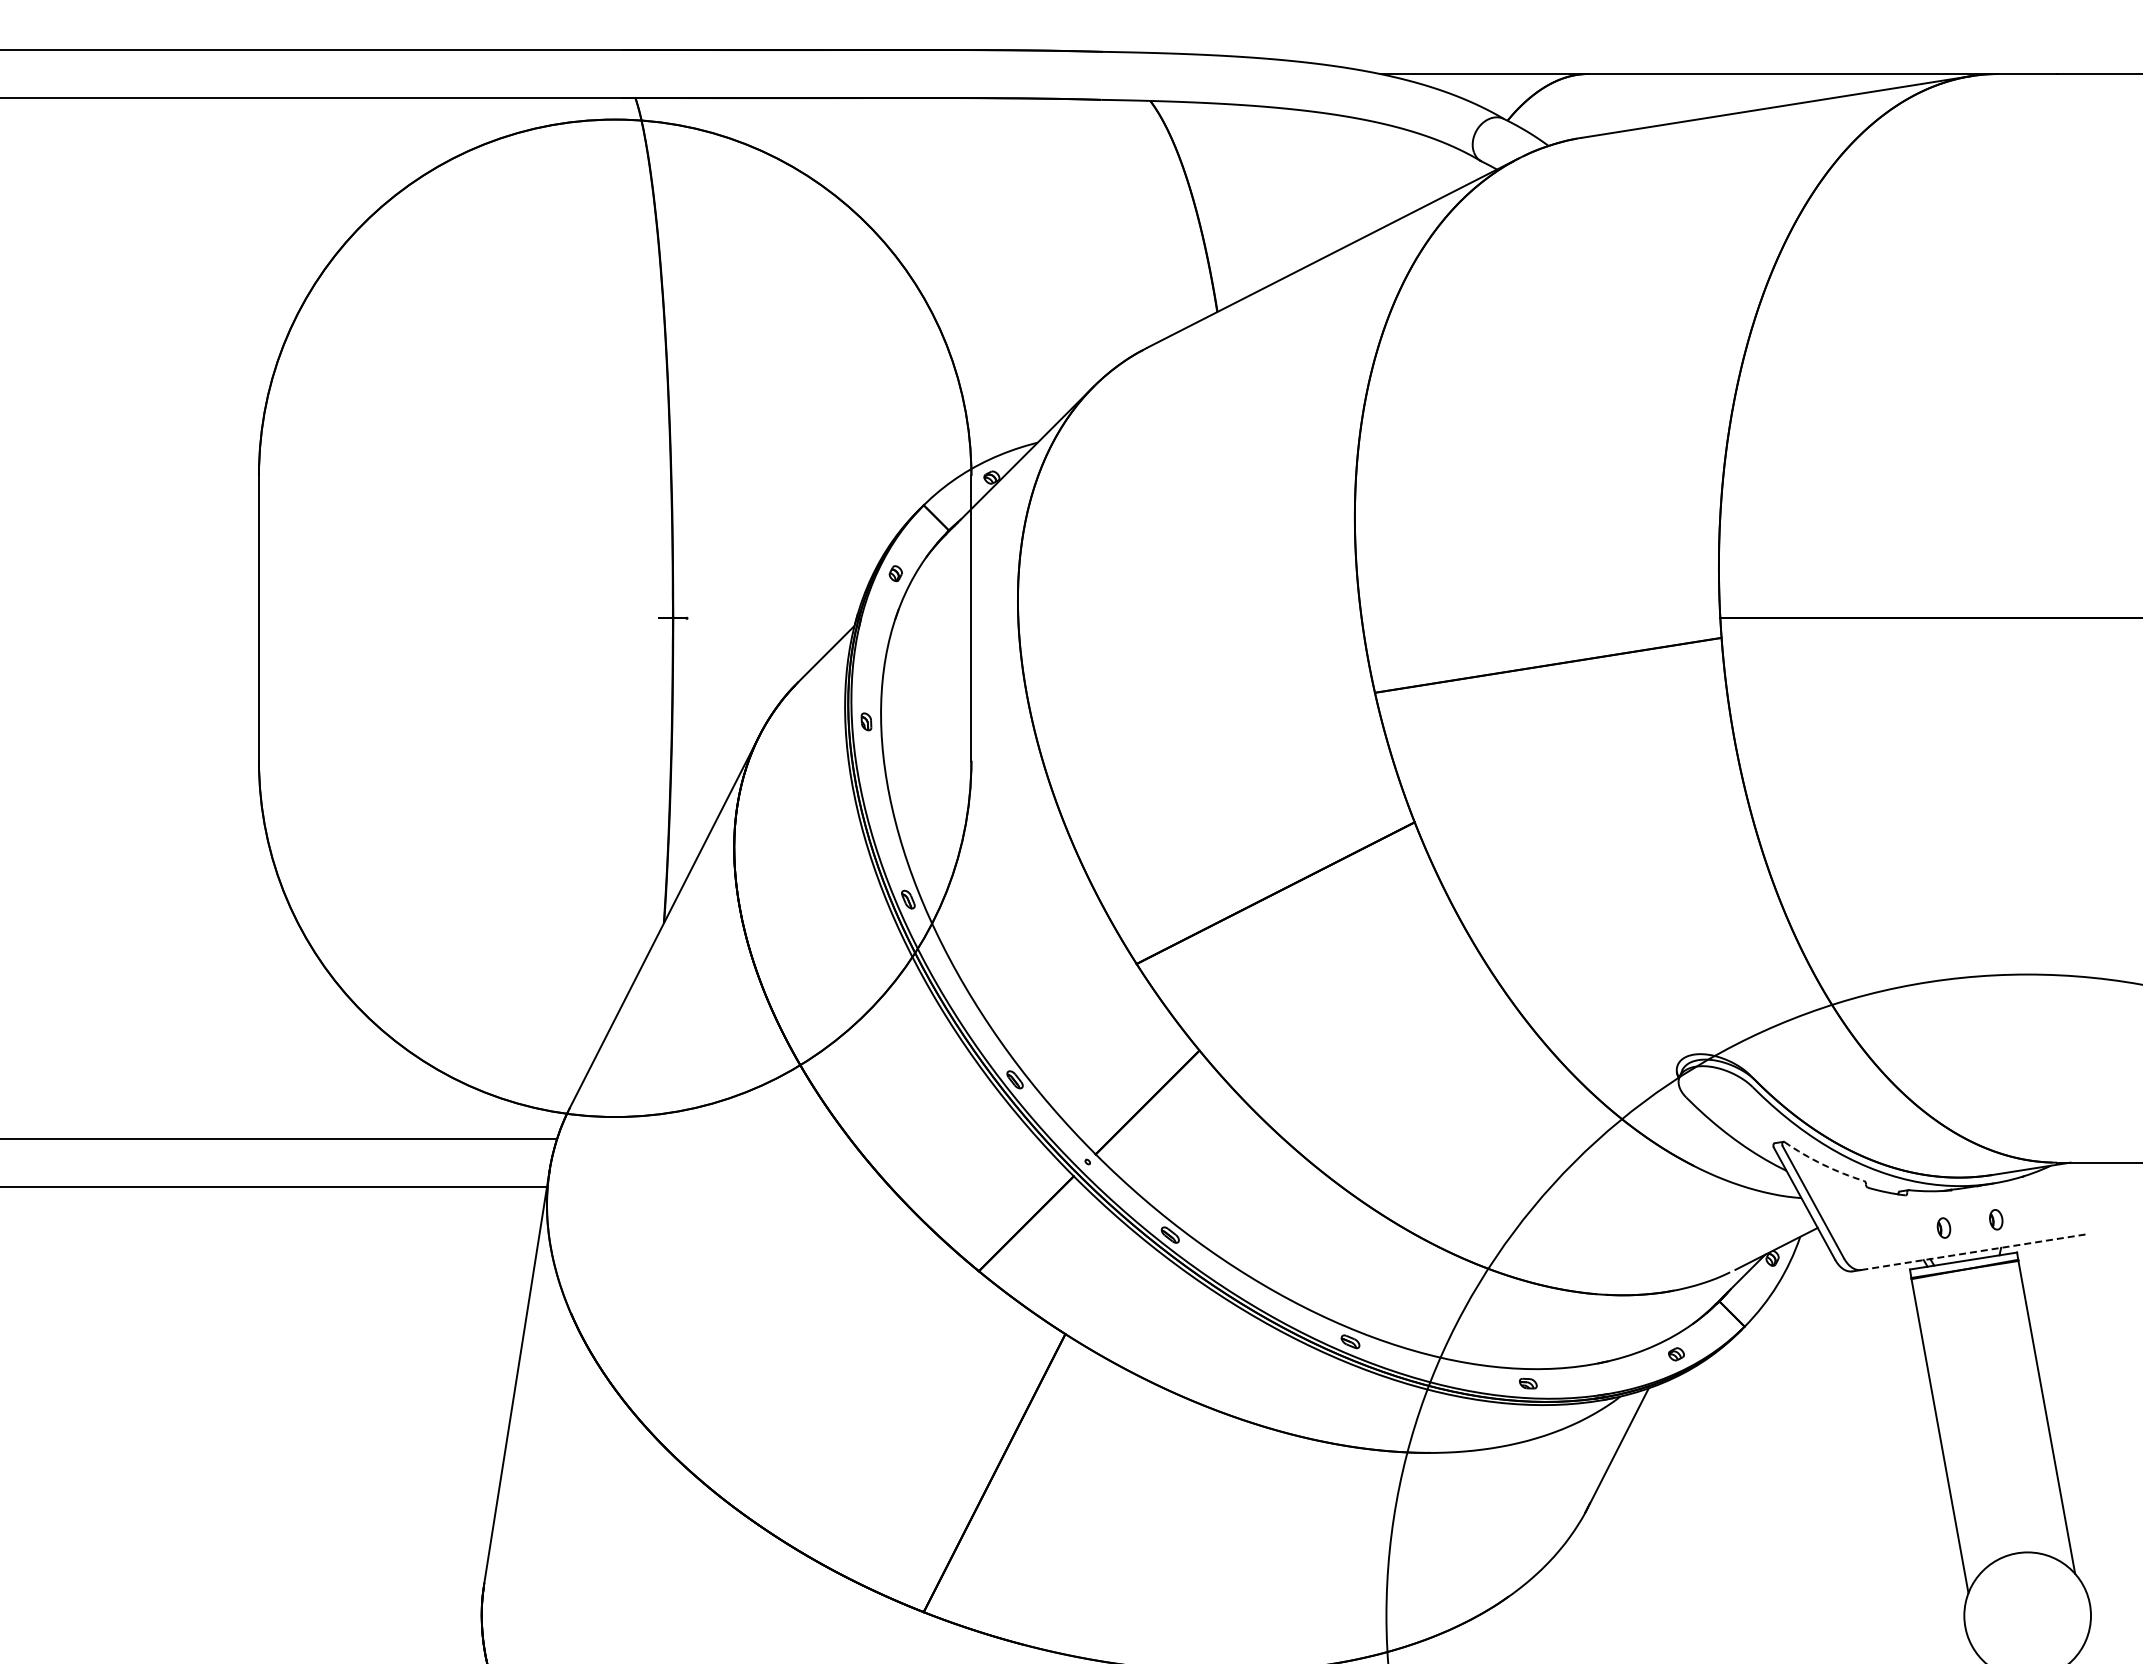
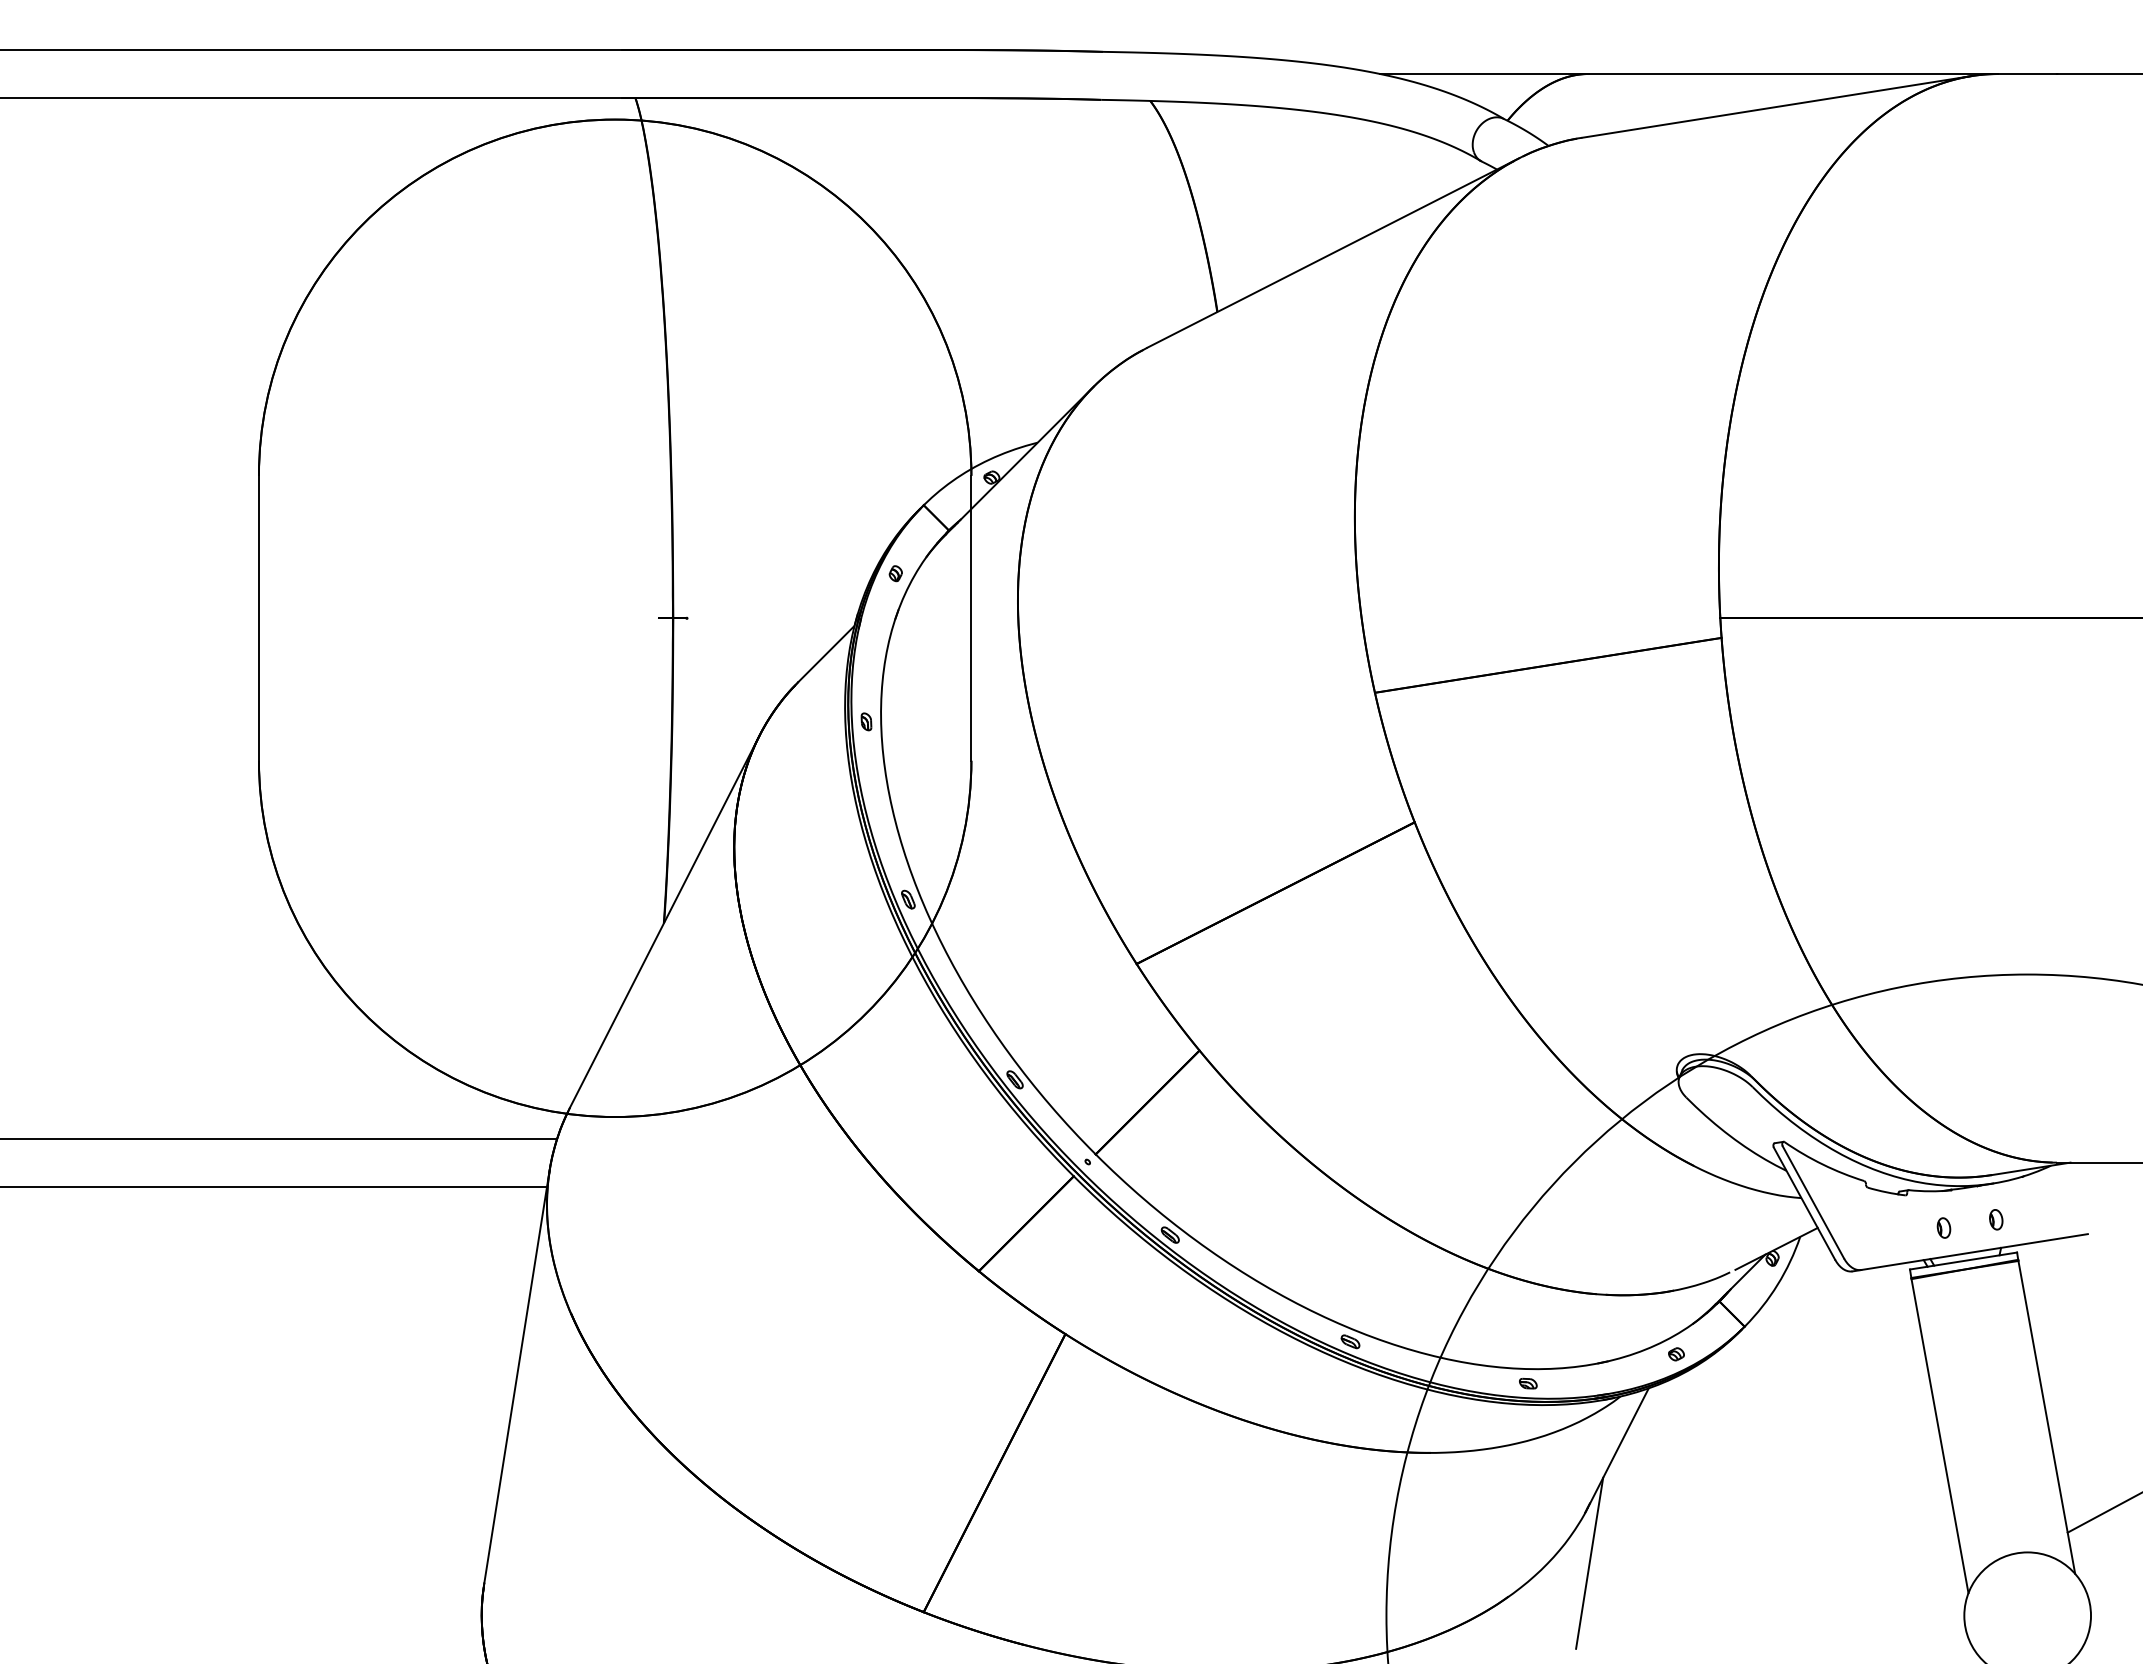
arc at (1822, 1164): dashed -> solid
line at (1974, 1252): dashed -> solid
line at (2103, 1512): none -> present
line at (1589, 1562): none -> present
